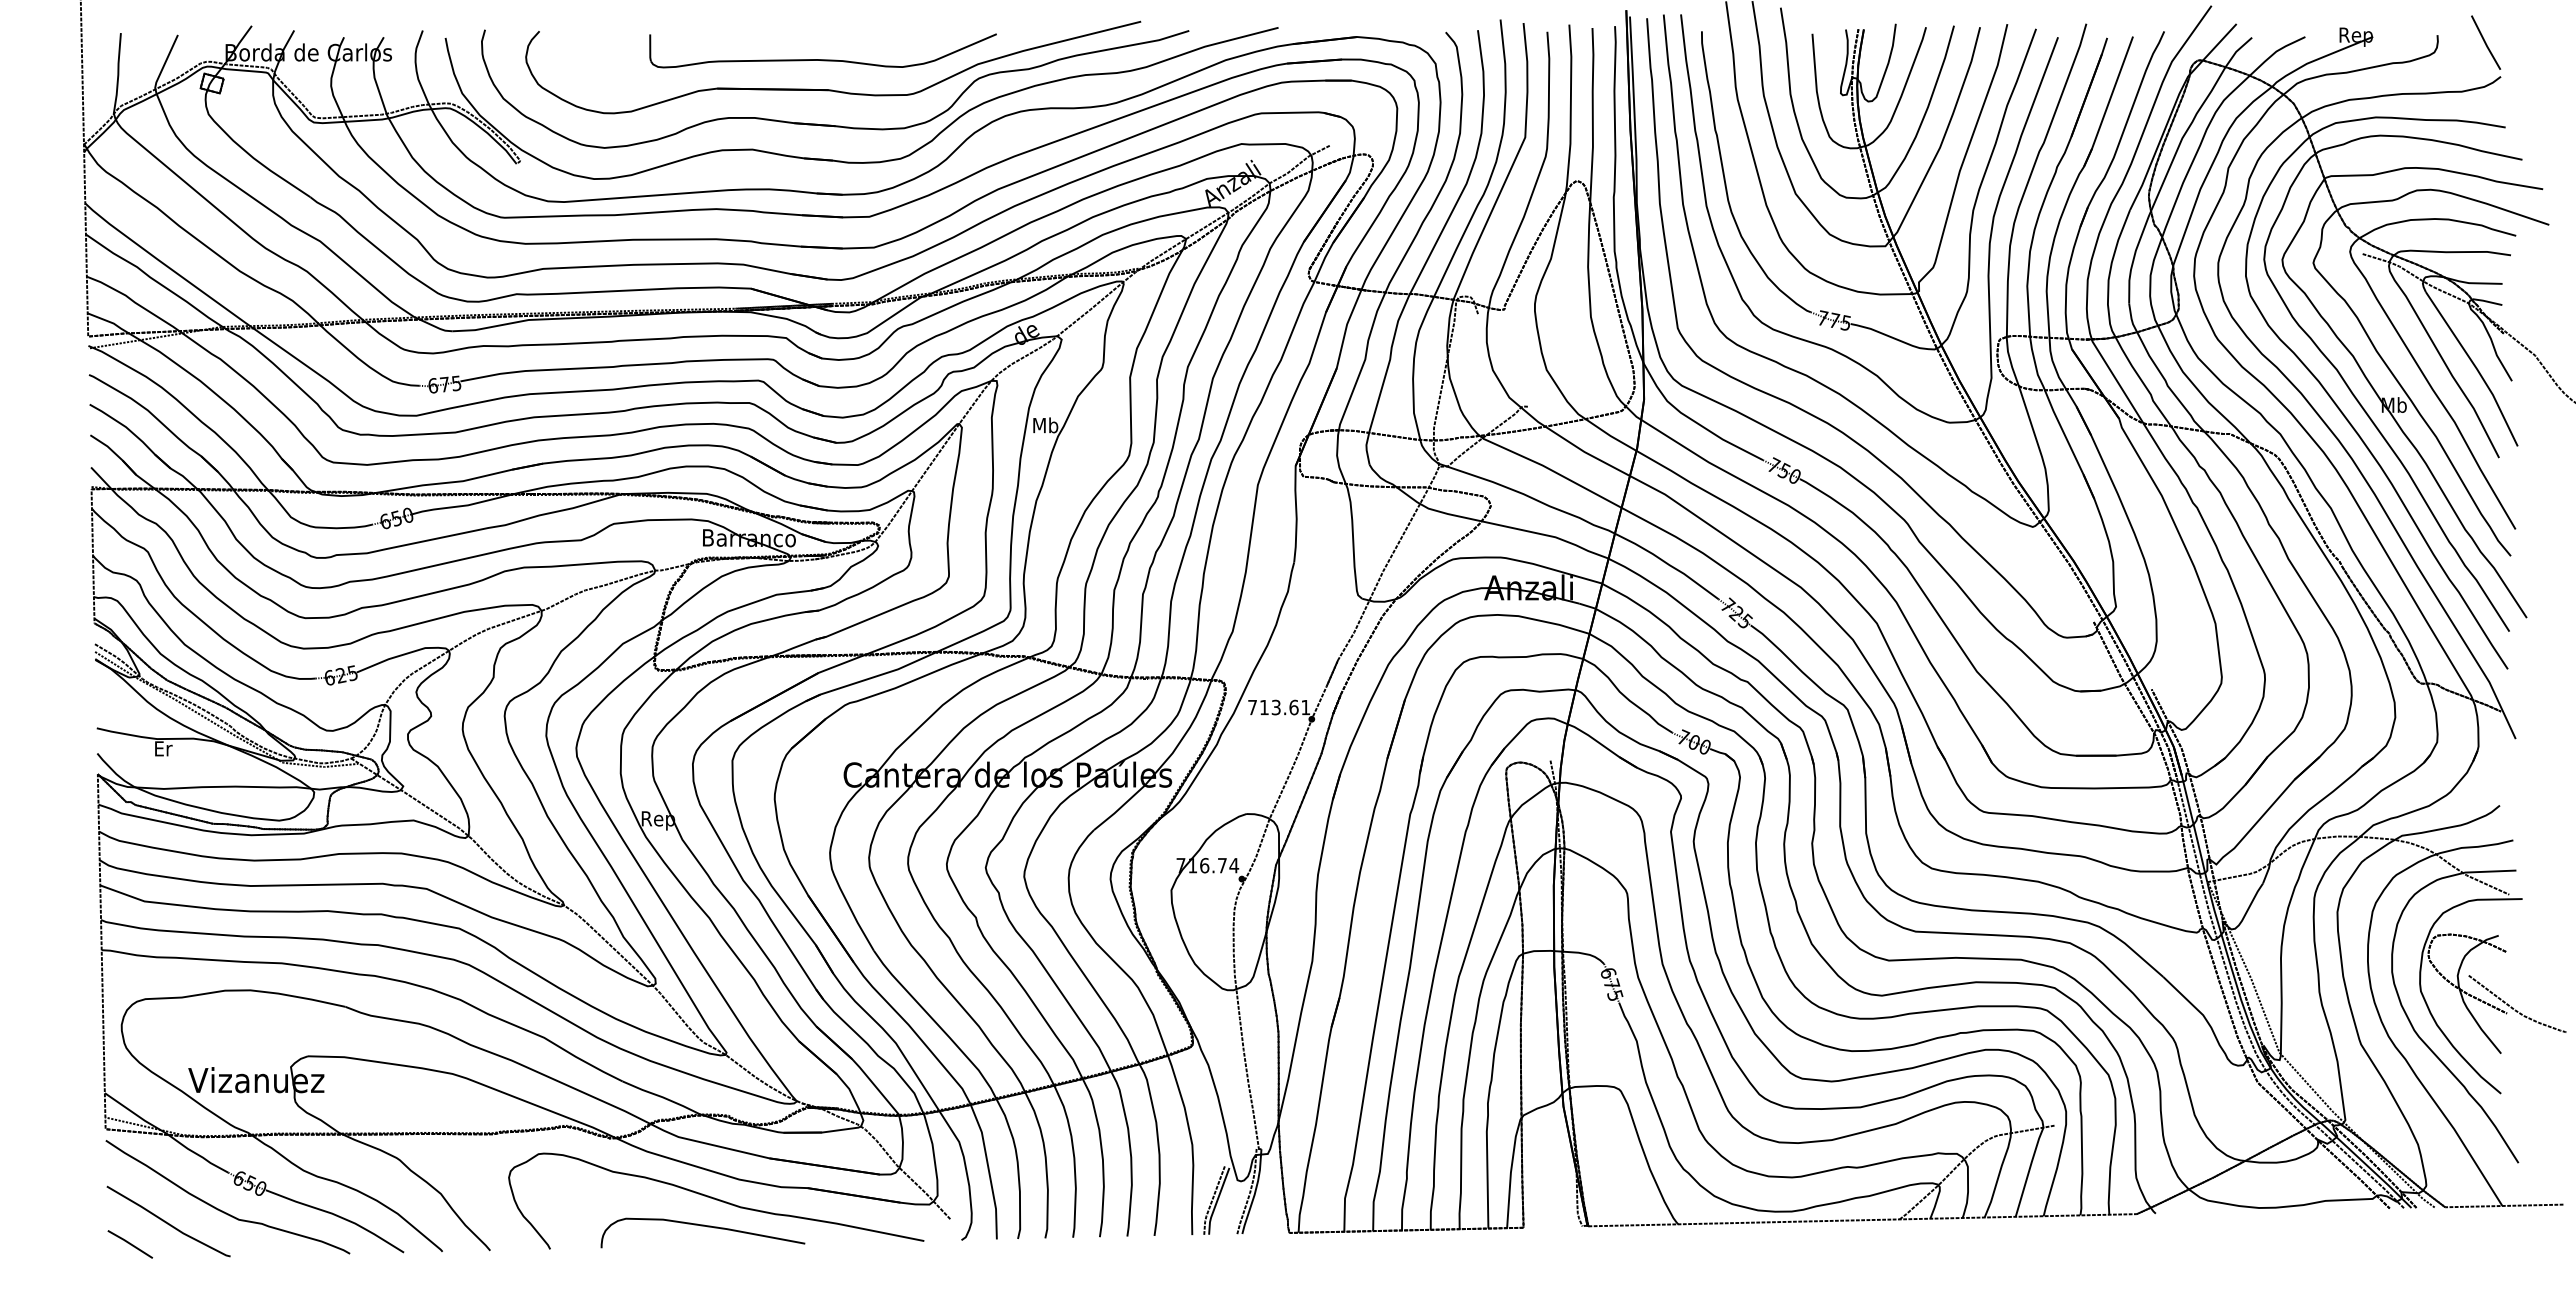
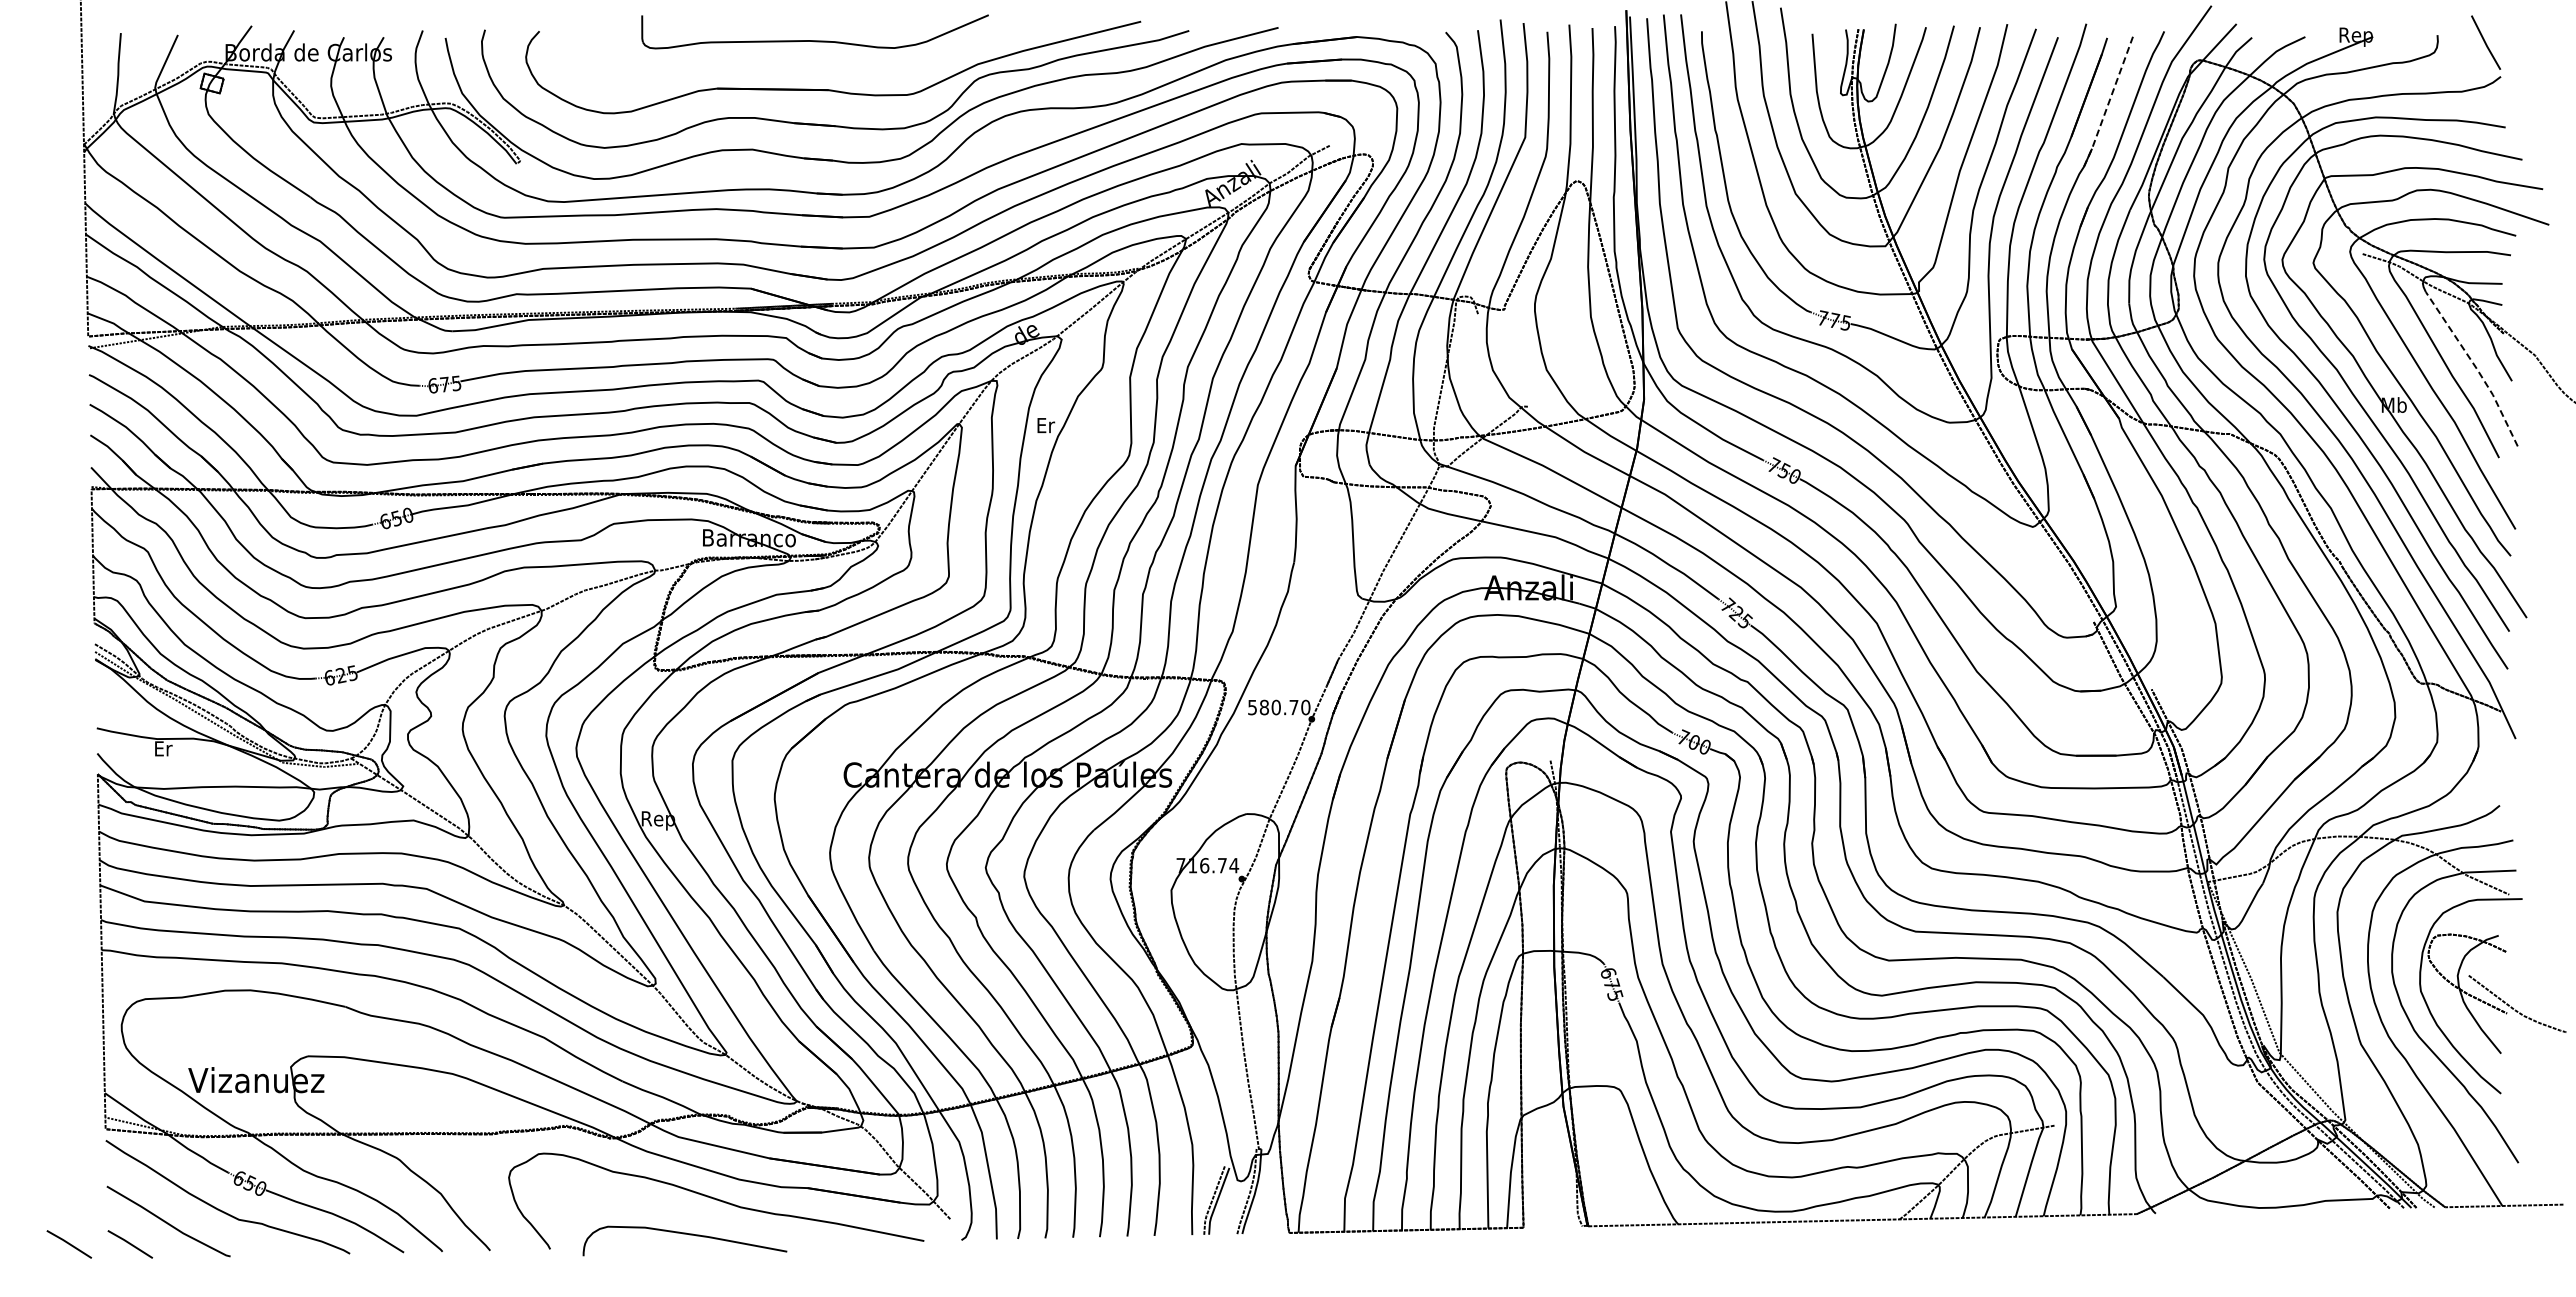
part at (822, 59) position: (822, 59) -> (814, 40)
line at (2109, 102): solid -> dashed
line at (2476, 368): solid -> dashed
text at (1045, 425): Mb -> Er
text at (1279, 707): 713.61 -> 580.70
curve at (702, 1226) position: (702, 1226) -> (684, 1234)
line at (69, 1244): none -> present
